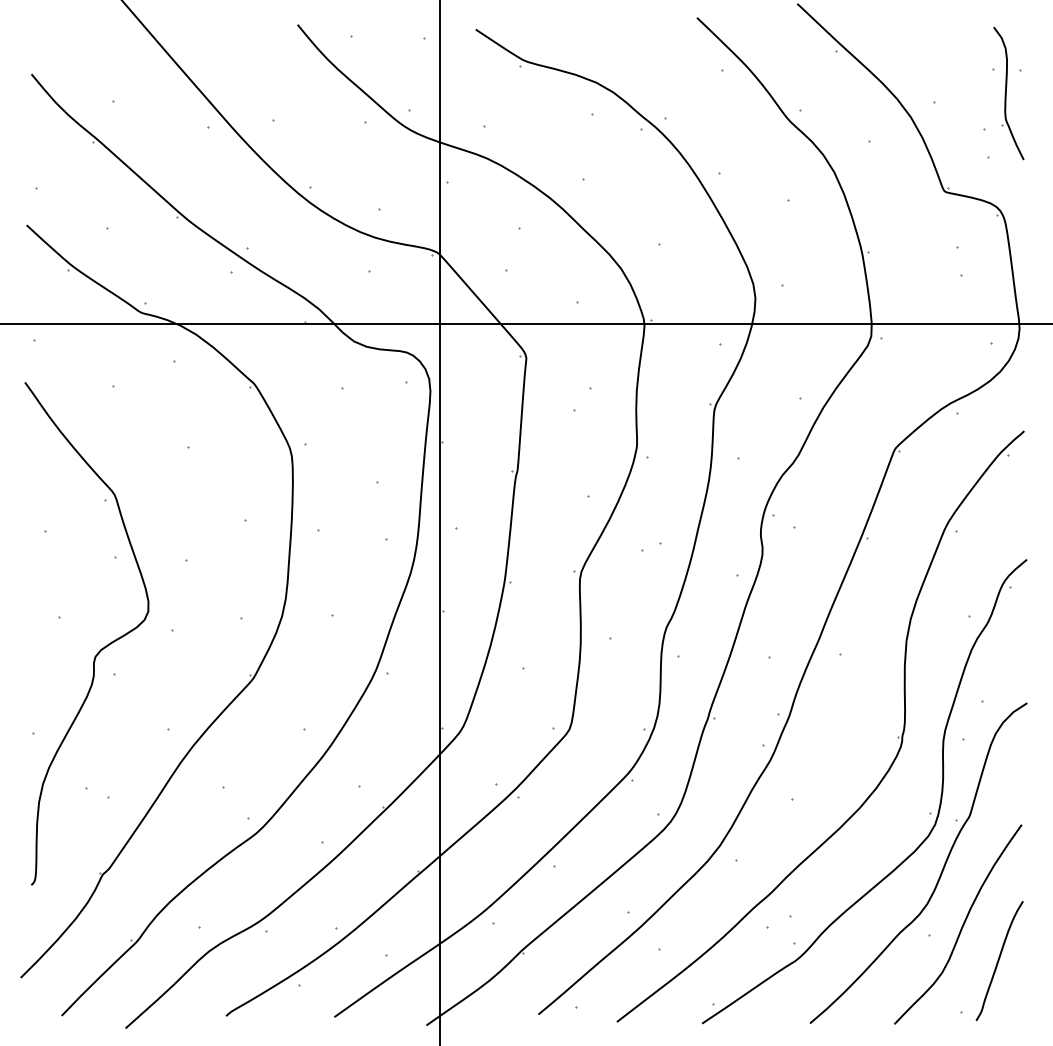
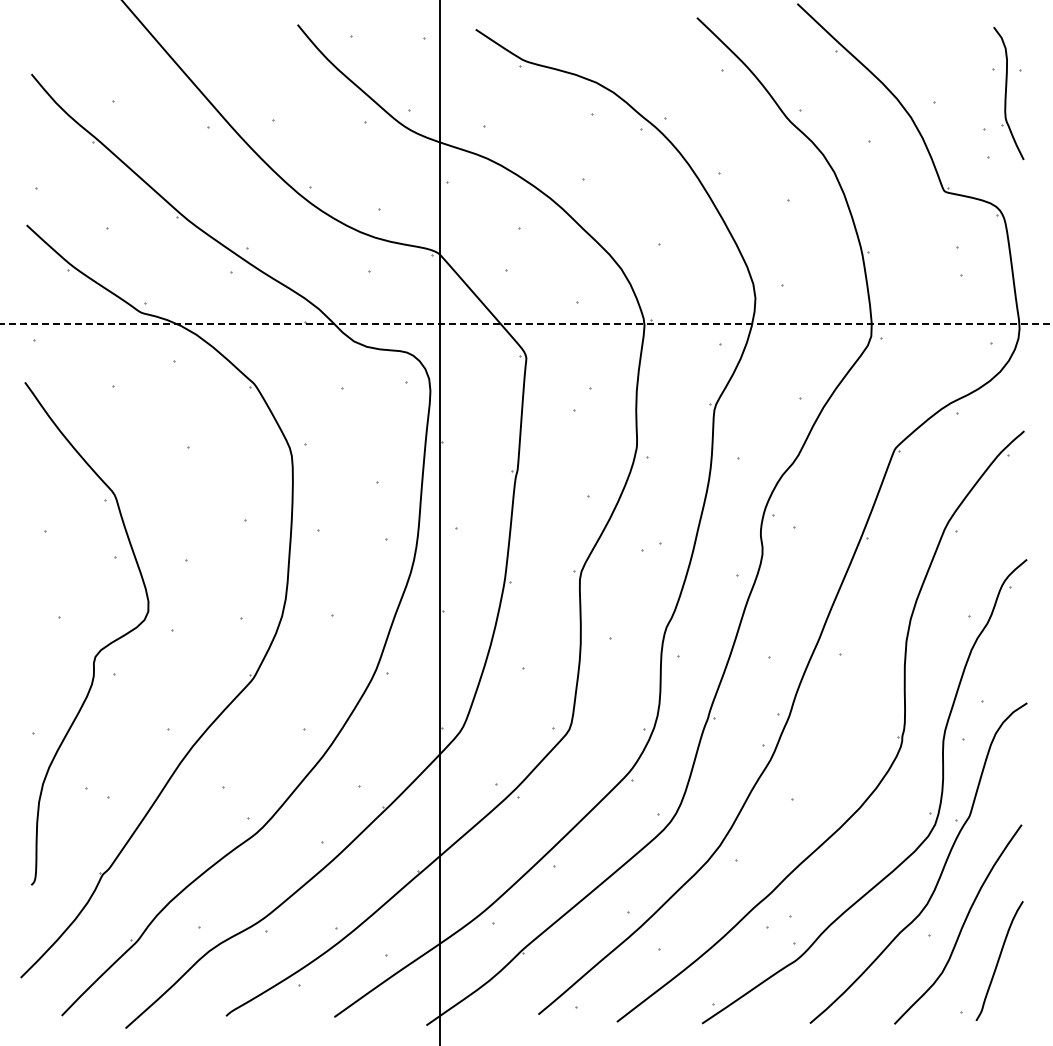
line at (525, 323): solid -> dashed
